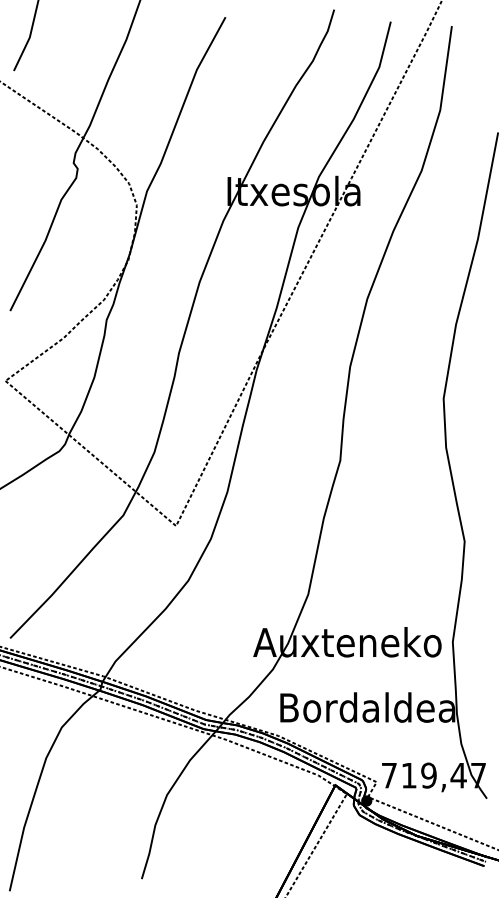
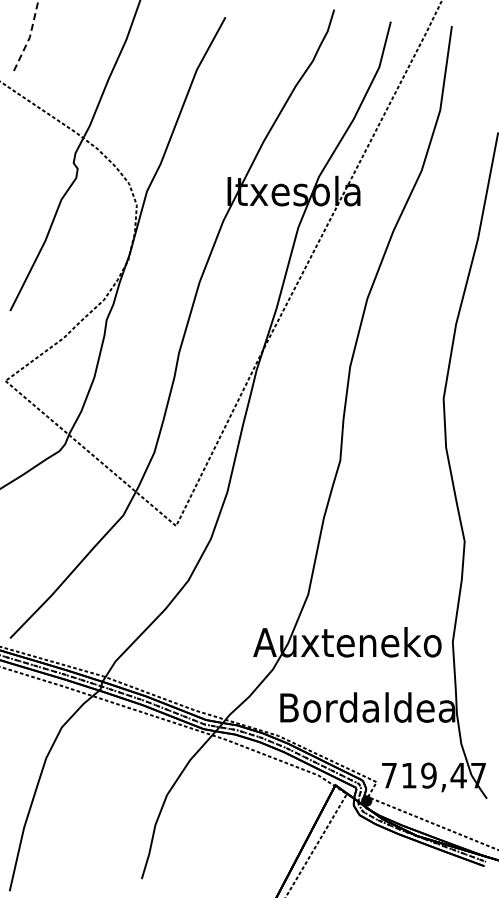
line at (29, 37): solid -> dashed
